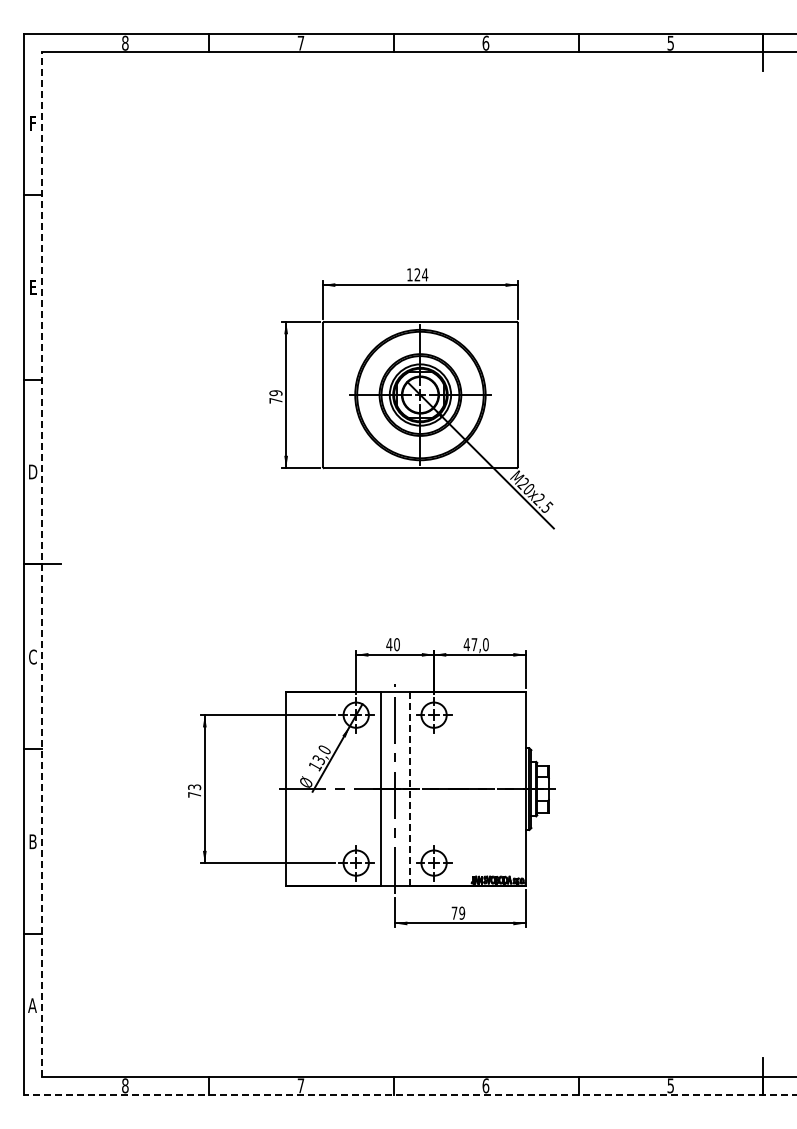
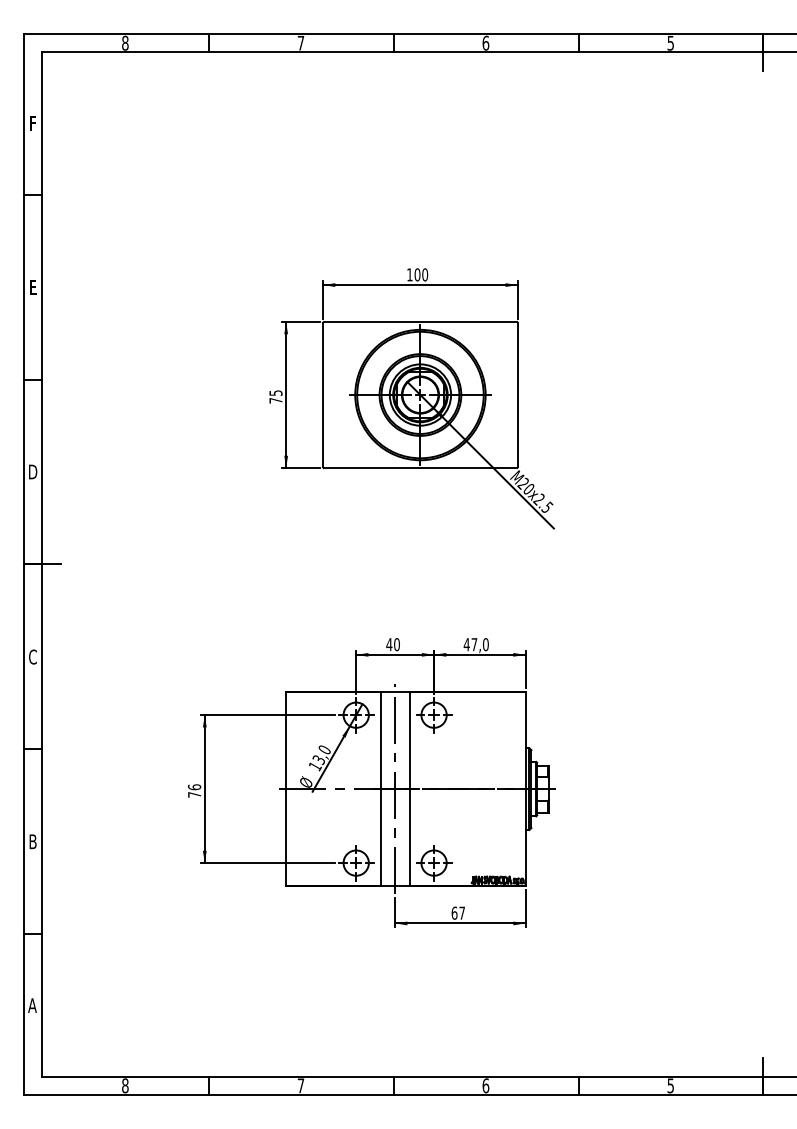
text at (421, 274): 124 -> 100
text at (275, 393): 79 -> 75
line at (42, 564): dashed -> solid
text at (194, 787): 73 -> 76
line at (409, 789): dashed -> solid
text at (458, 912): 79 -> 67
line at (409, 1095): dashed -> solid
